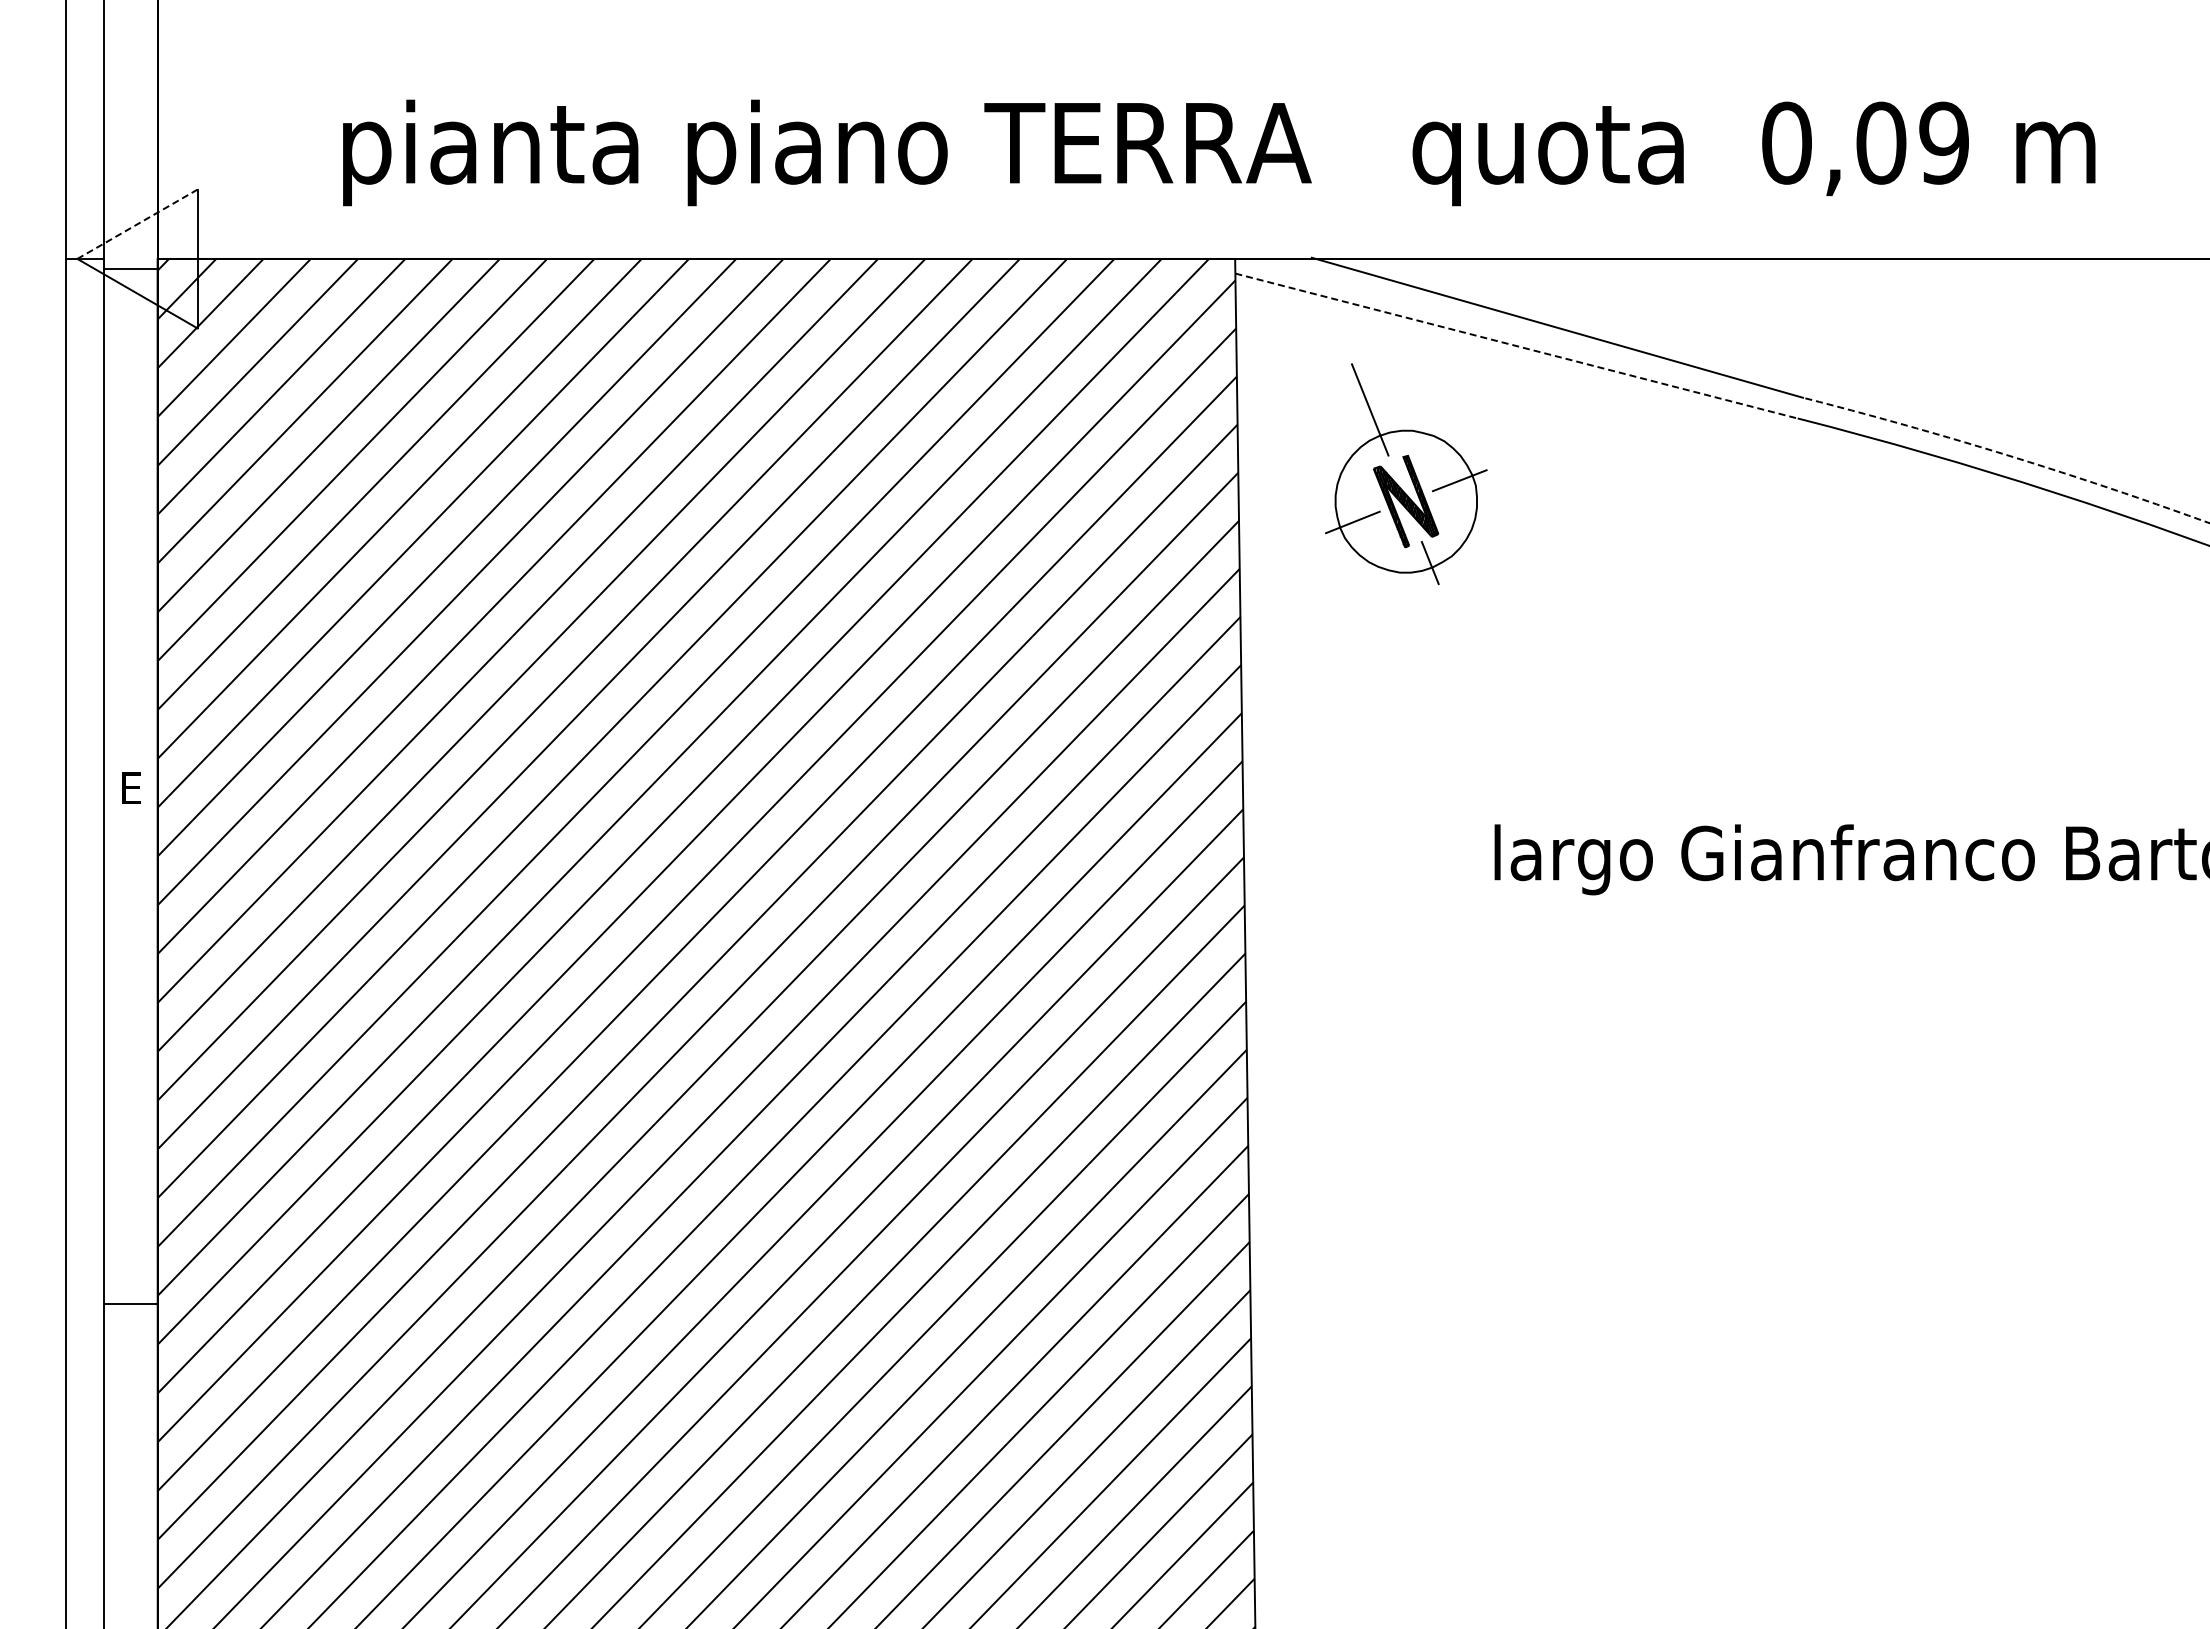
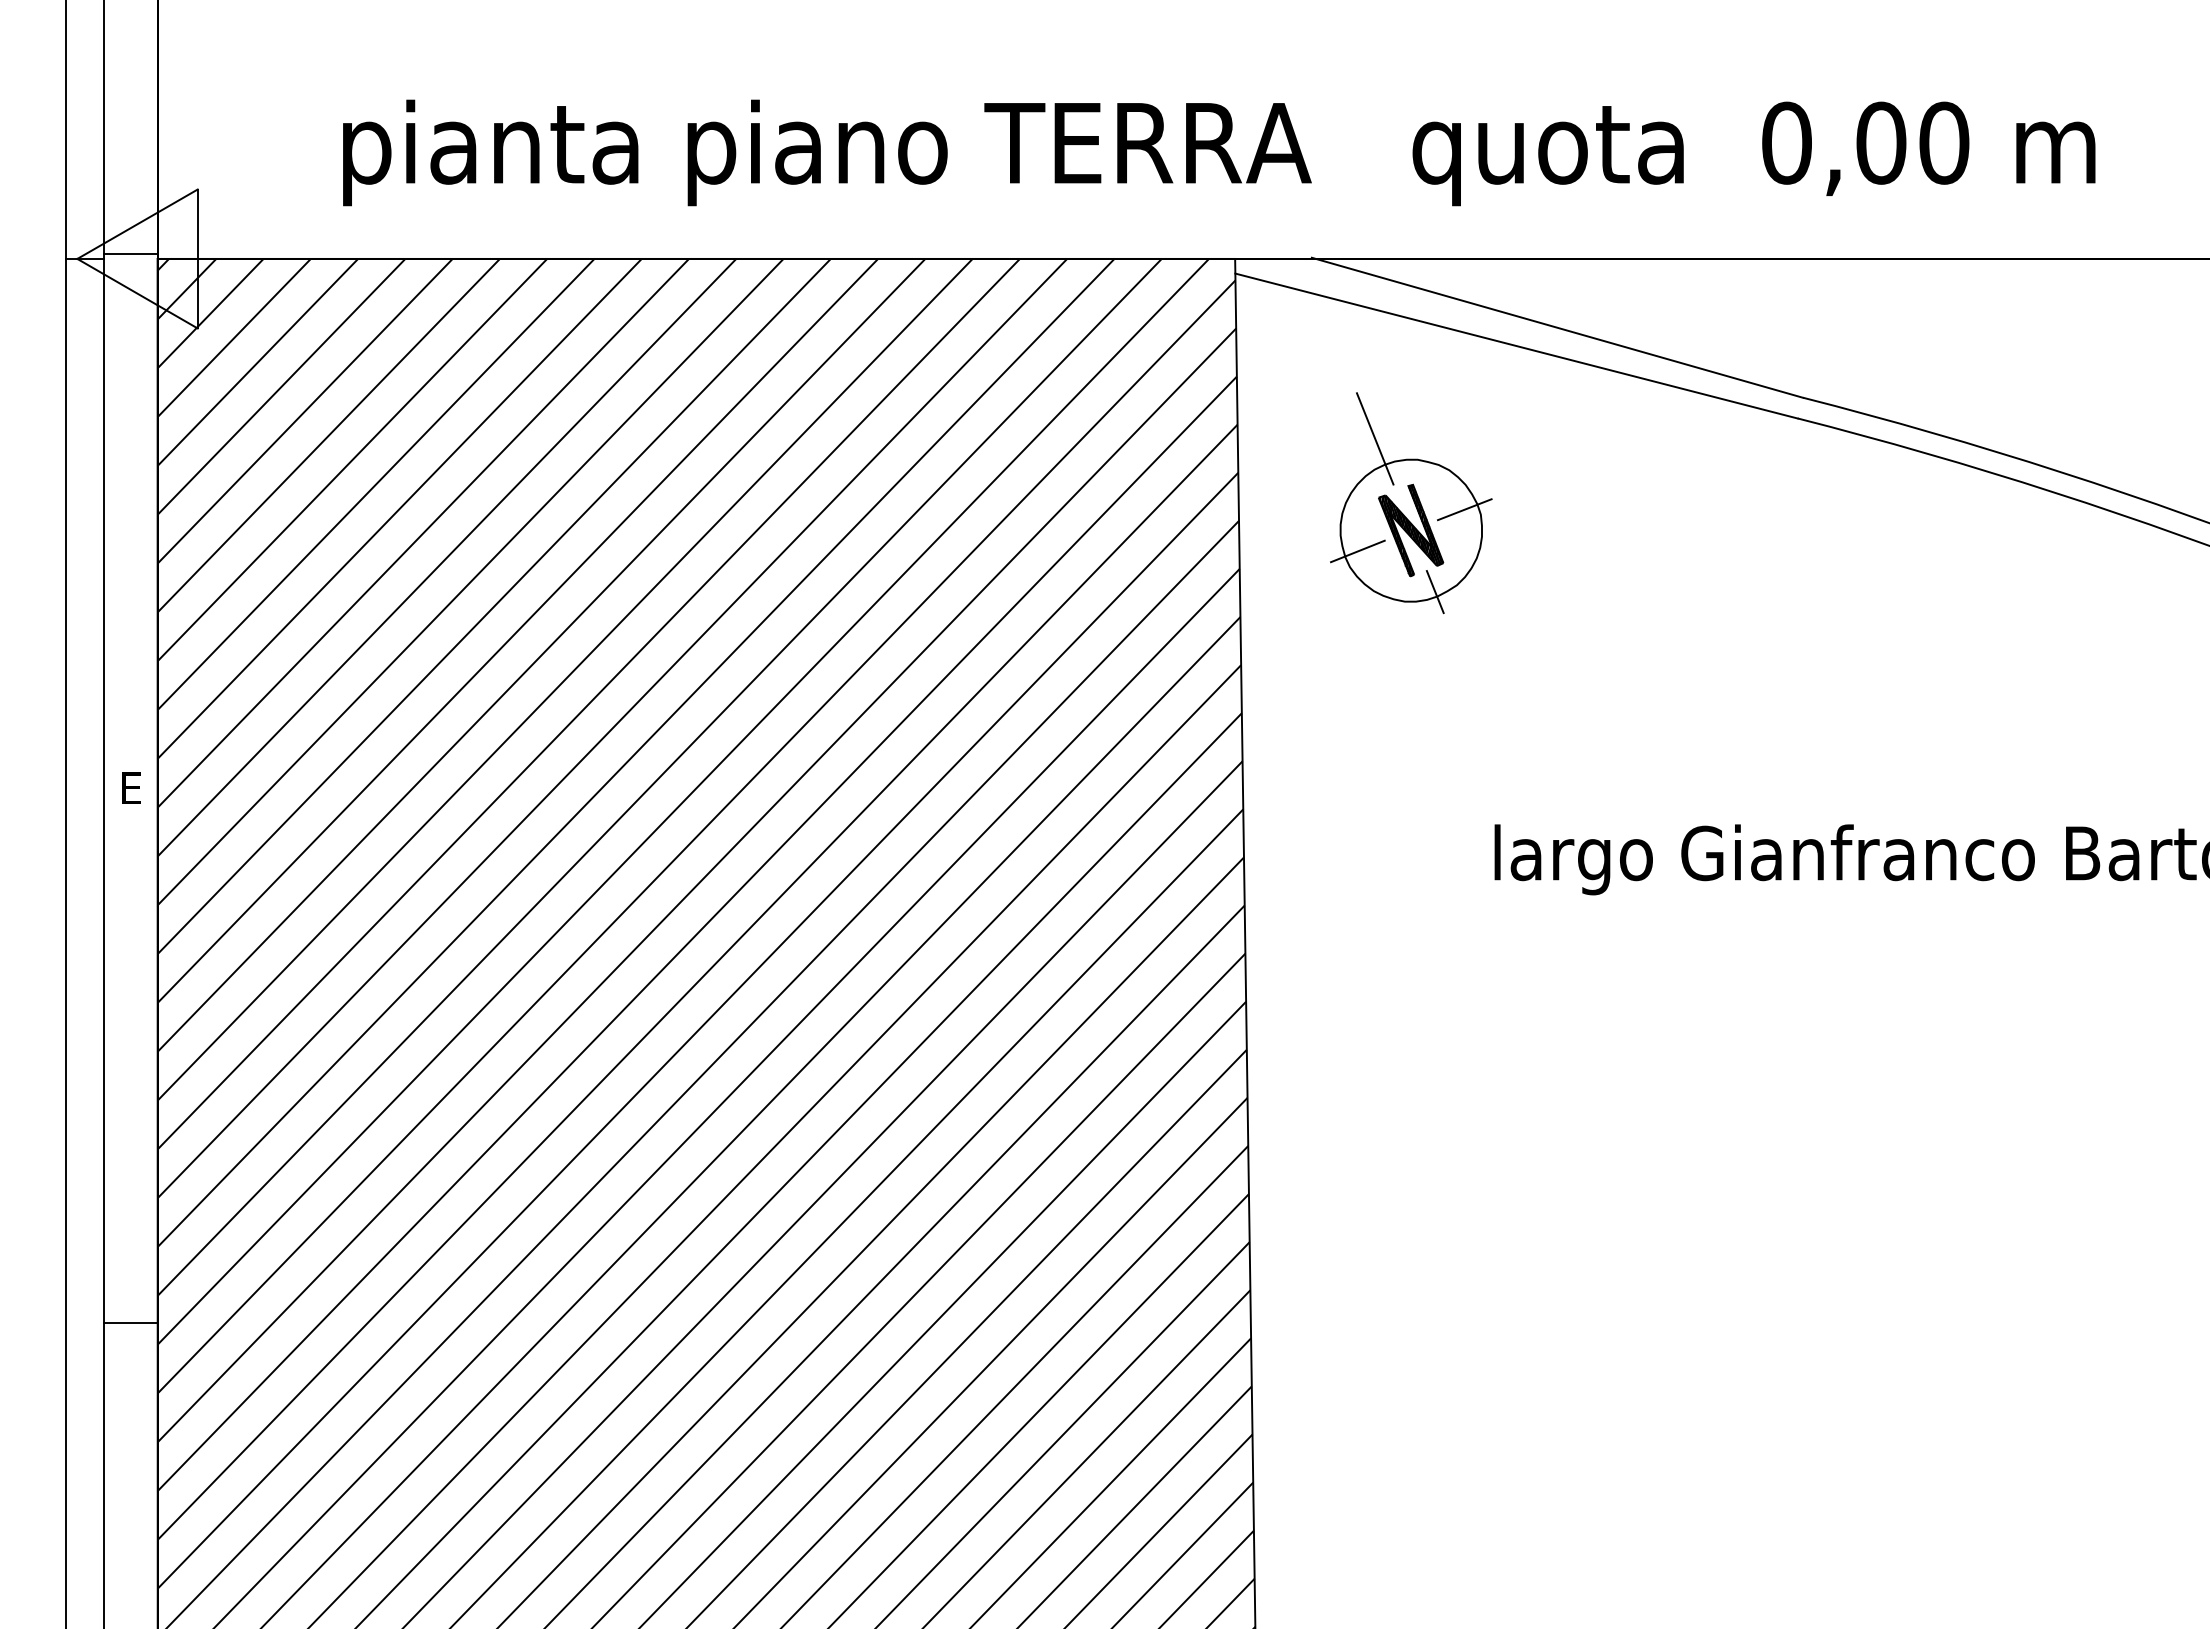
text at (1944, 142): 0,09 -> 0,00
line at (137, 224): dashed -> solid
line at (130, 268) position: (130, 268) -> (130, 253)
line at (1517, 346): dashed -> solid
arc at (2007, 455): dashed -> solid
part at (1406, 474) position: (1406, 474) -> (1411, 503)
line at (130, 1304) position: (130, 1304) -> (130, 1323)
